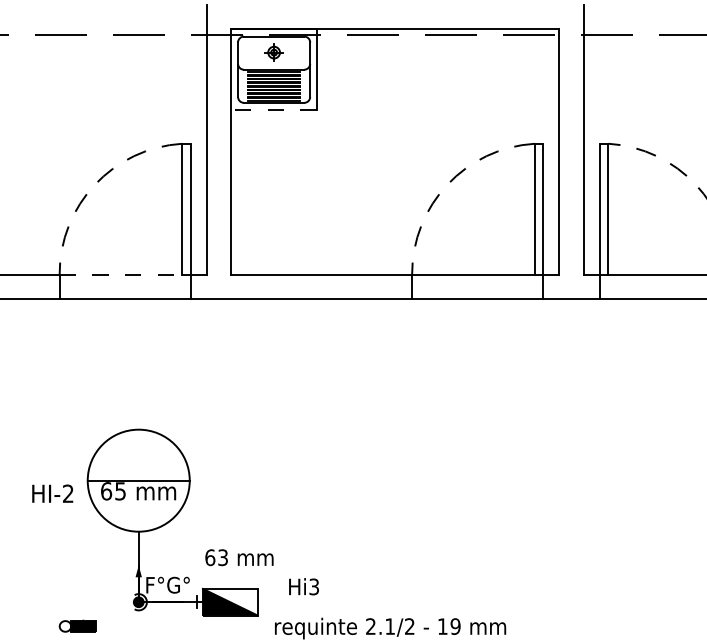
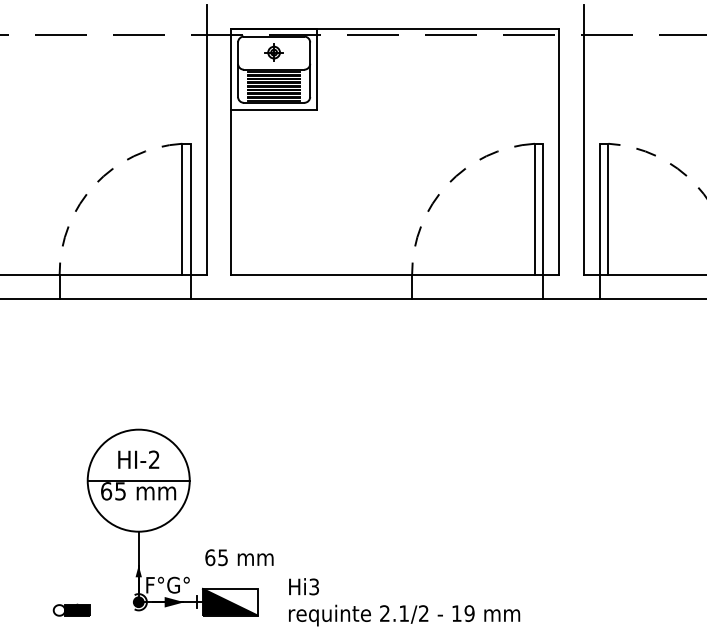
line at (274, 110): dashed -> solid
line at (121, 274): dashed -> solid
text at (52, 493) position: (52, 493) -> (138, 459)
text at (222, 557): 63 -> 65
fill at (174, 601): none -> present
part at (77, 625) position: (77, 625) -> (71, 609)
text at (390, 628) position: (390, 628) -> (404, 615)
